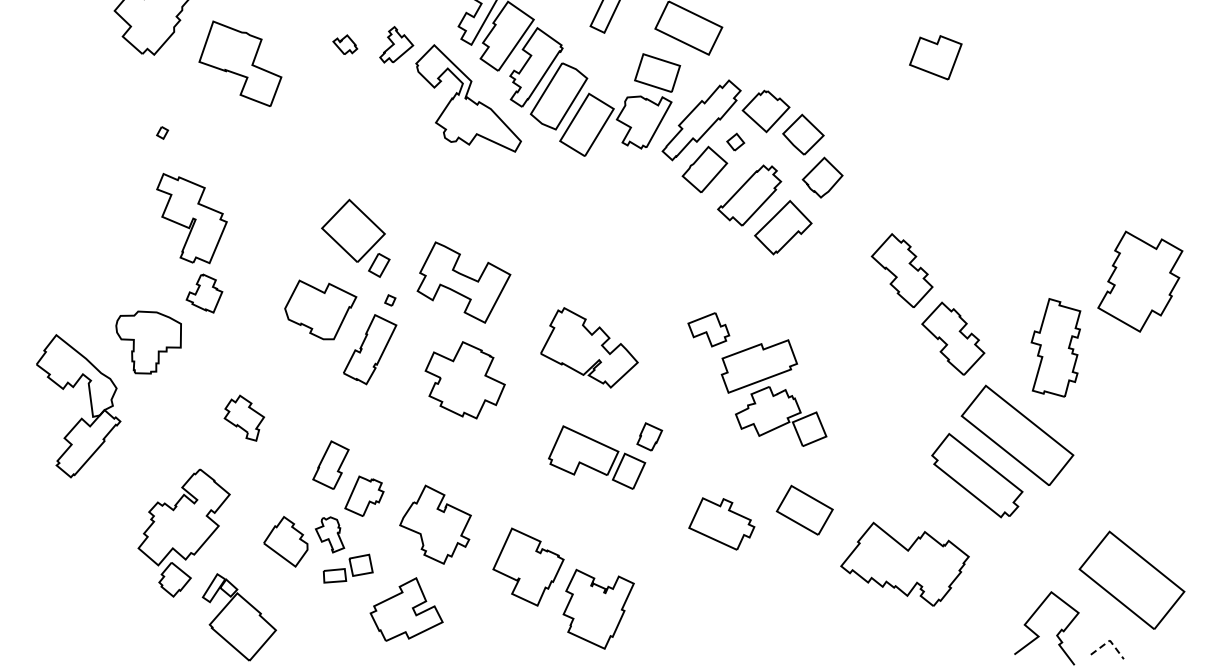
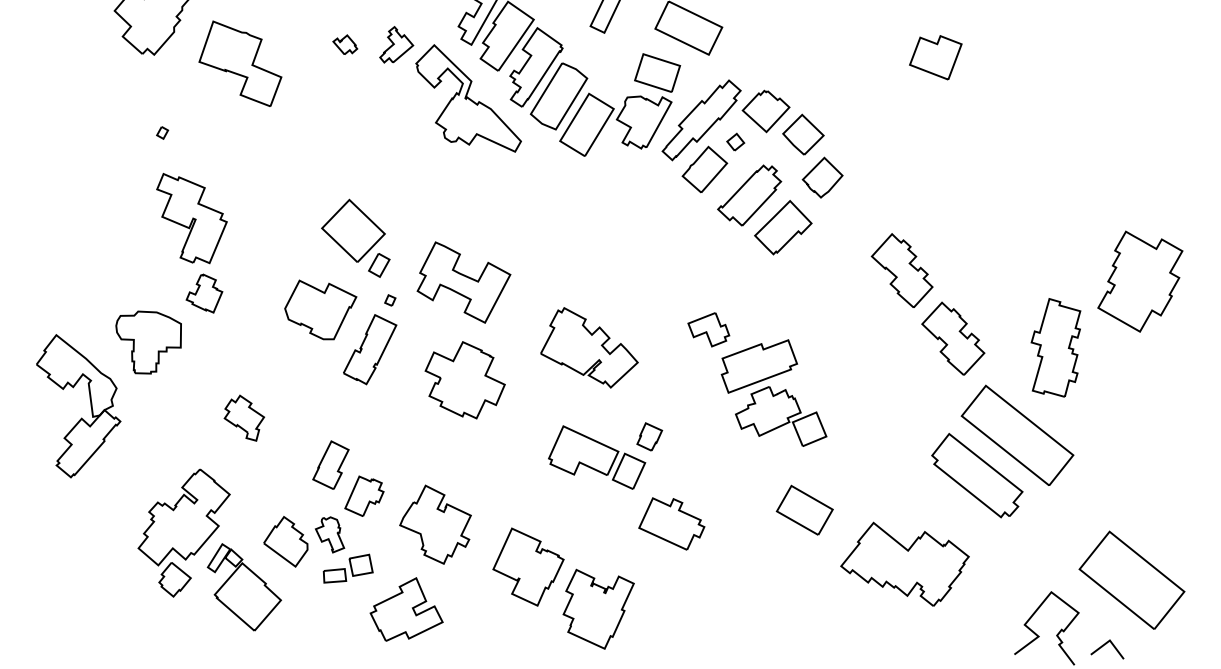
part at (721, 523) position: (721, 523) -> (671, 523)
part at (238, 617) position: (238, 617) -> (243, 587)
line at (1109, 640): dashed -> solid
